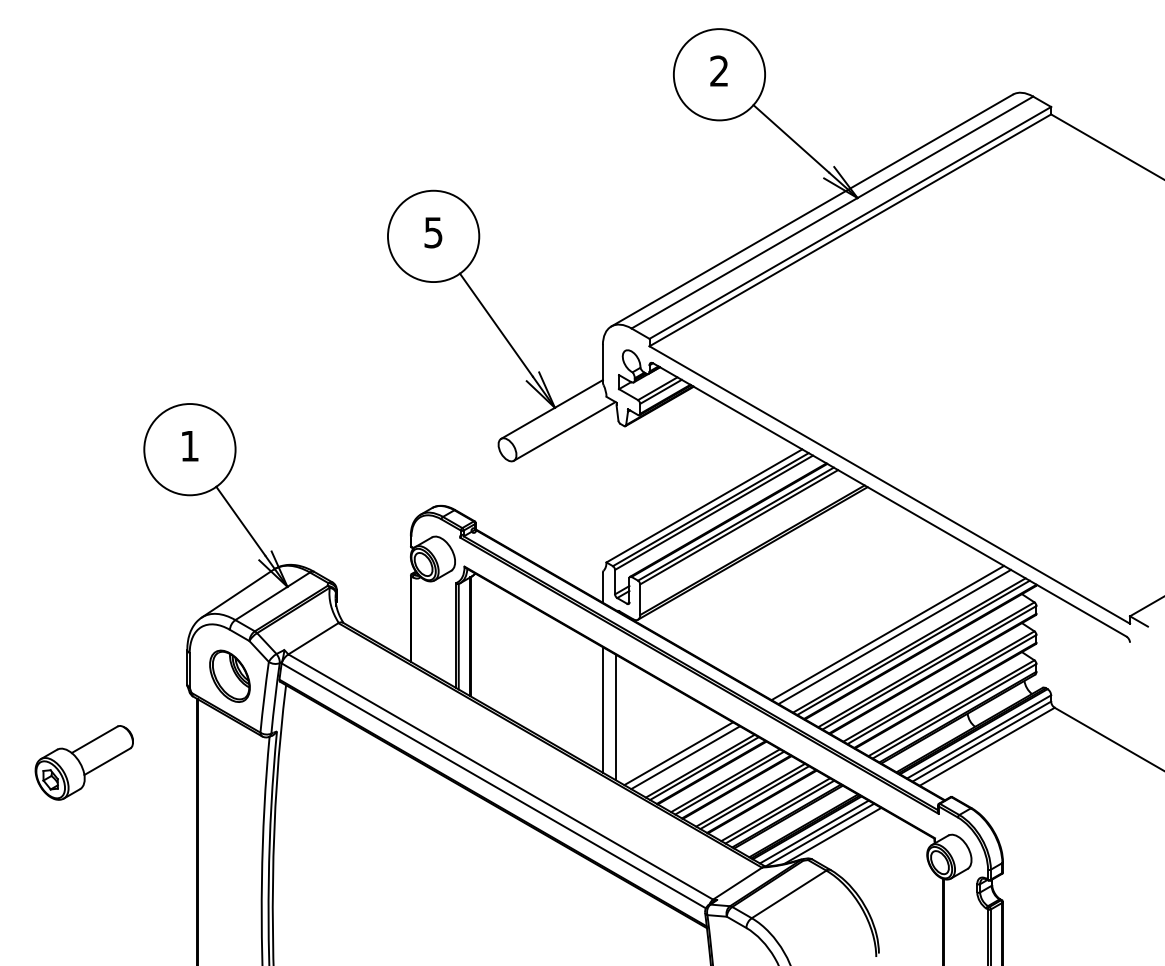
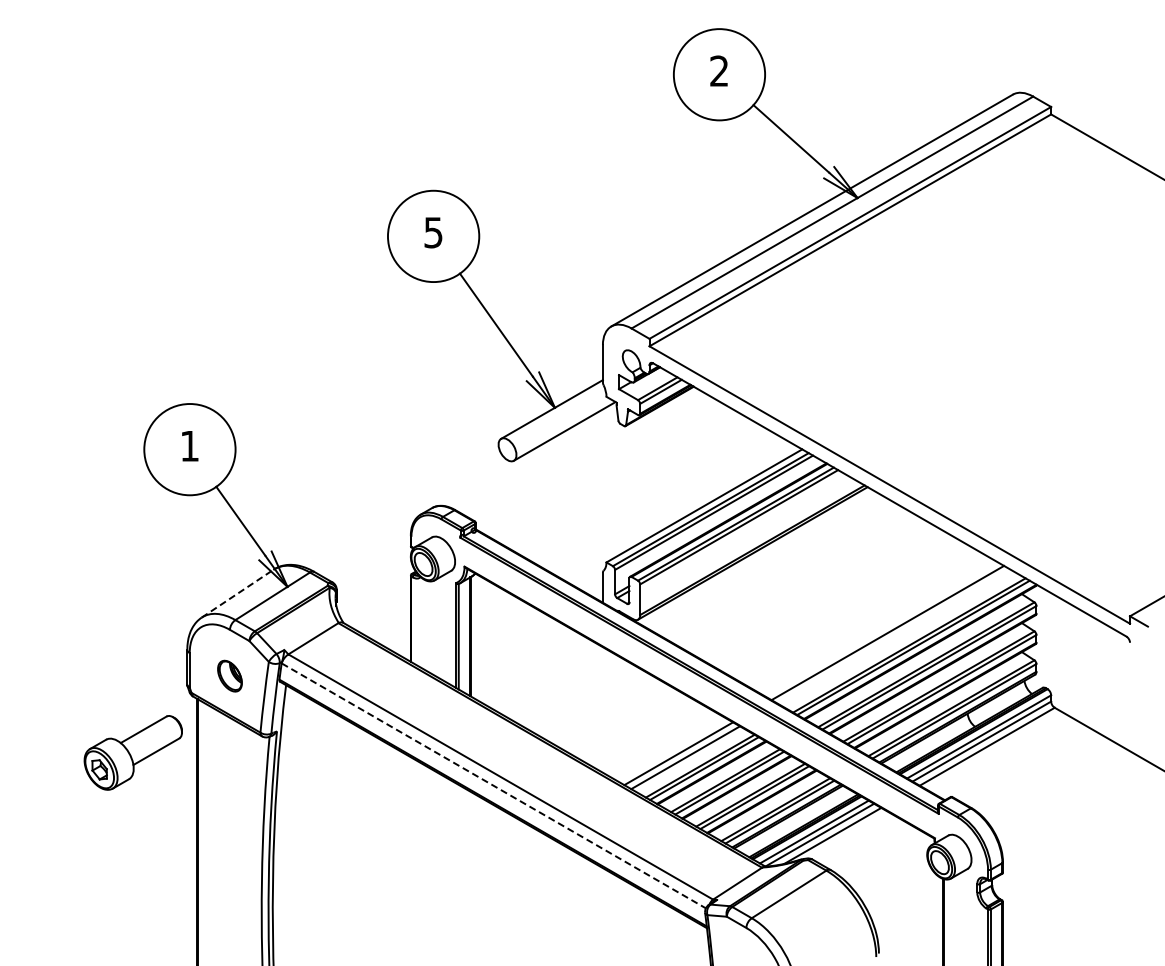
line at (238, 593): solid -> dashed
line at (894, 636): present -> none
part at (229, 675) size: 42x54 px -> 26x34 px
line at (602, 709): present -> none
line at (615, 717): present -> none
part at (83, 762) position: (83, 762) -> (132, 752)
line at (493, 785): solid -> dashed
